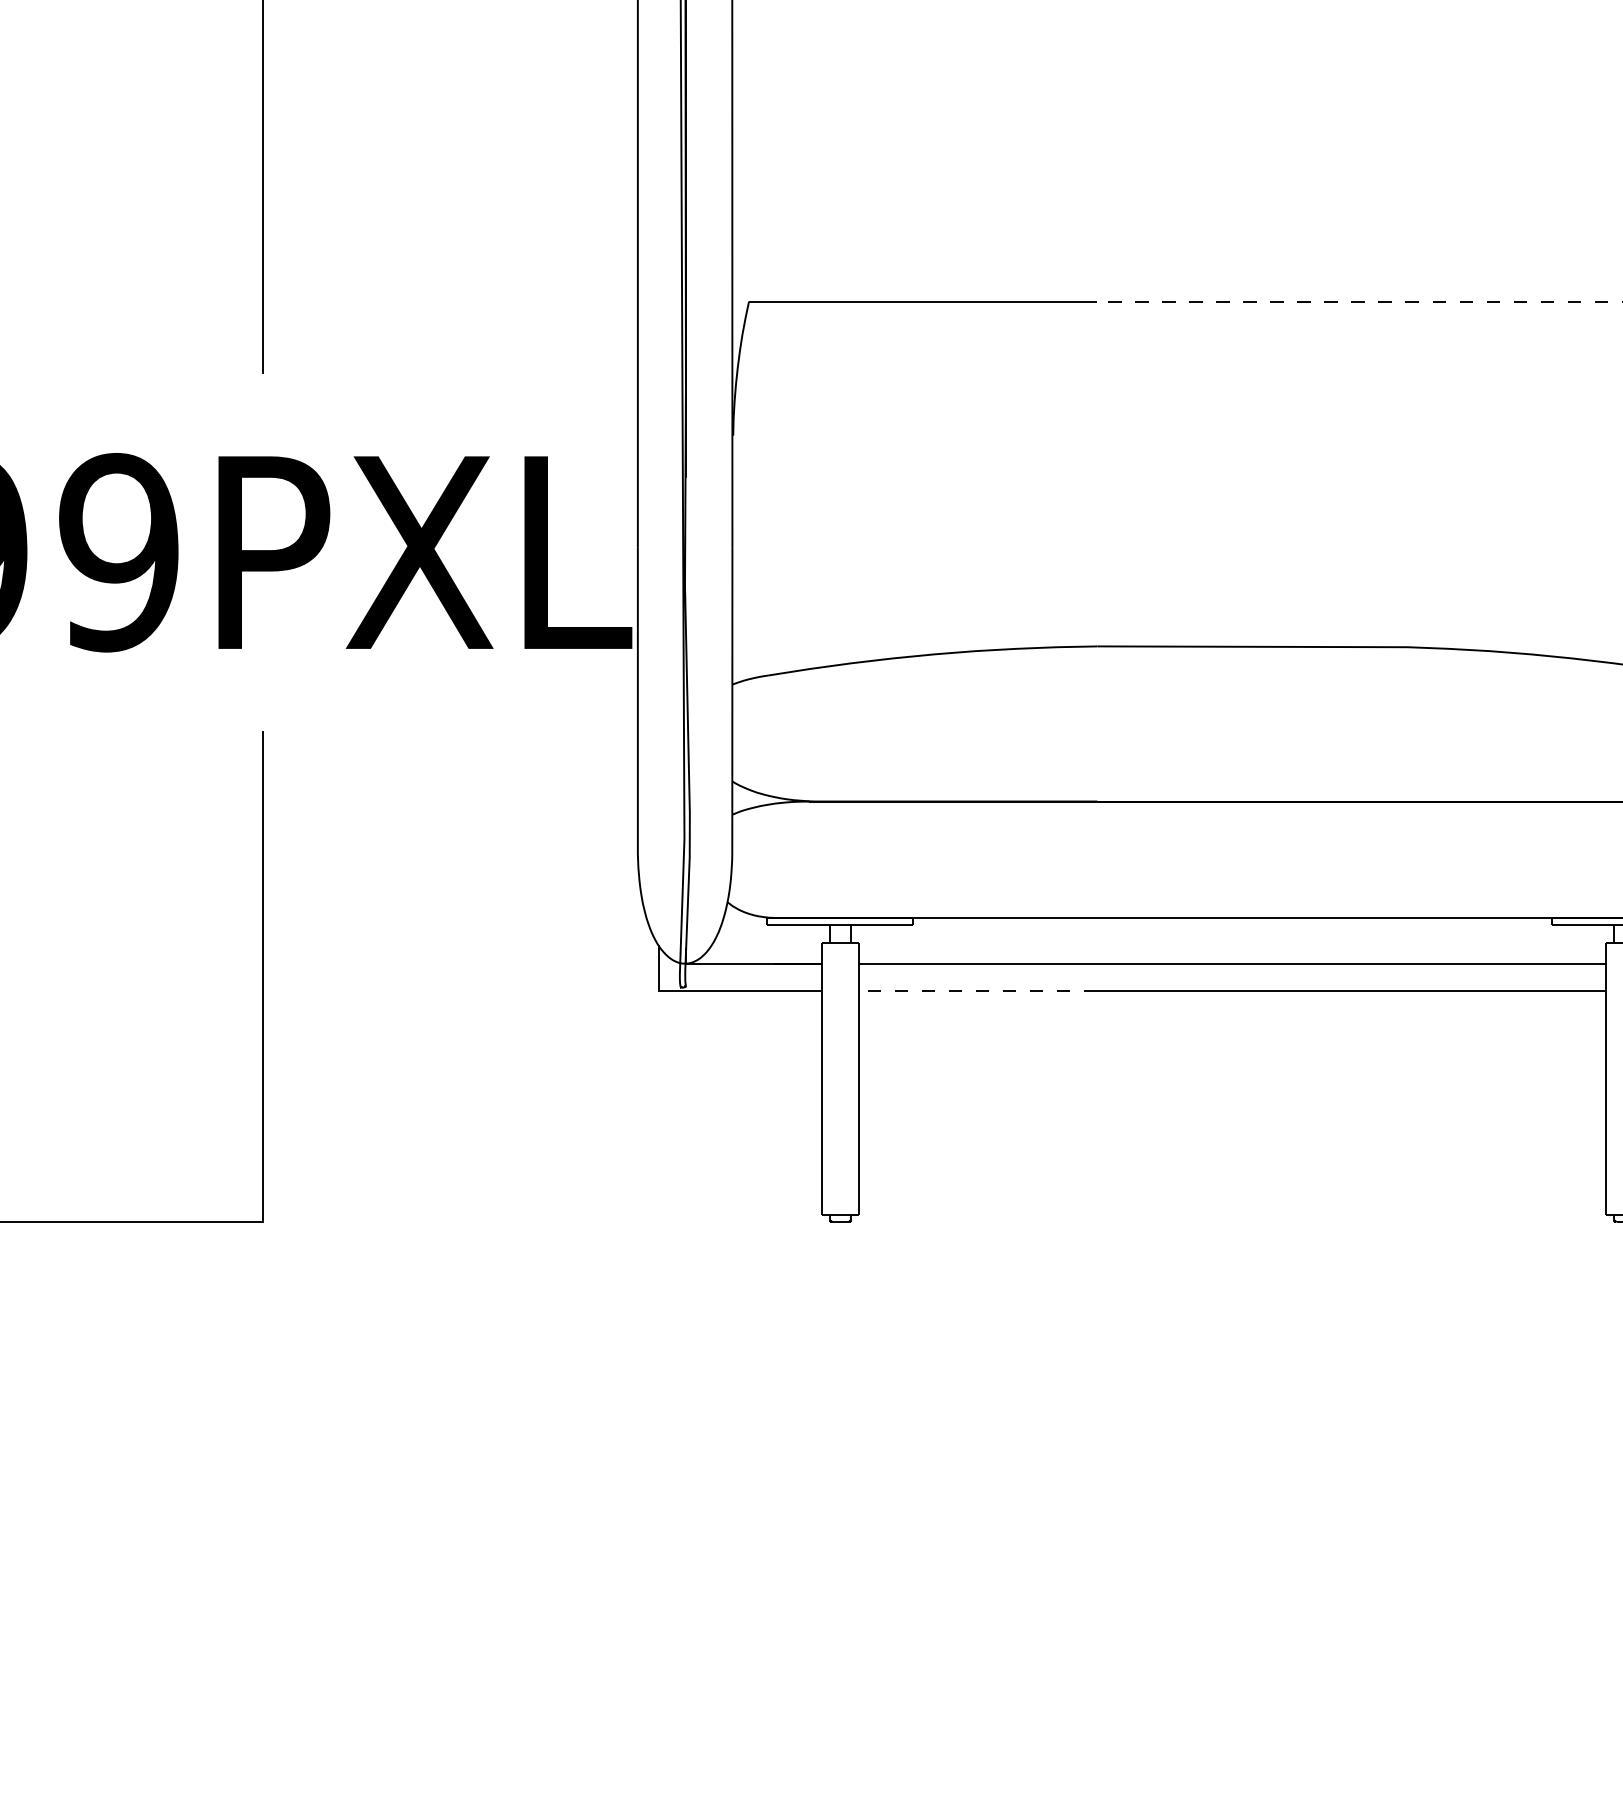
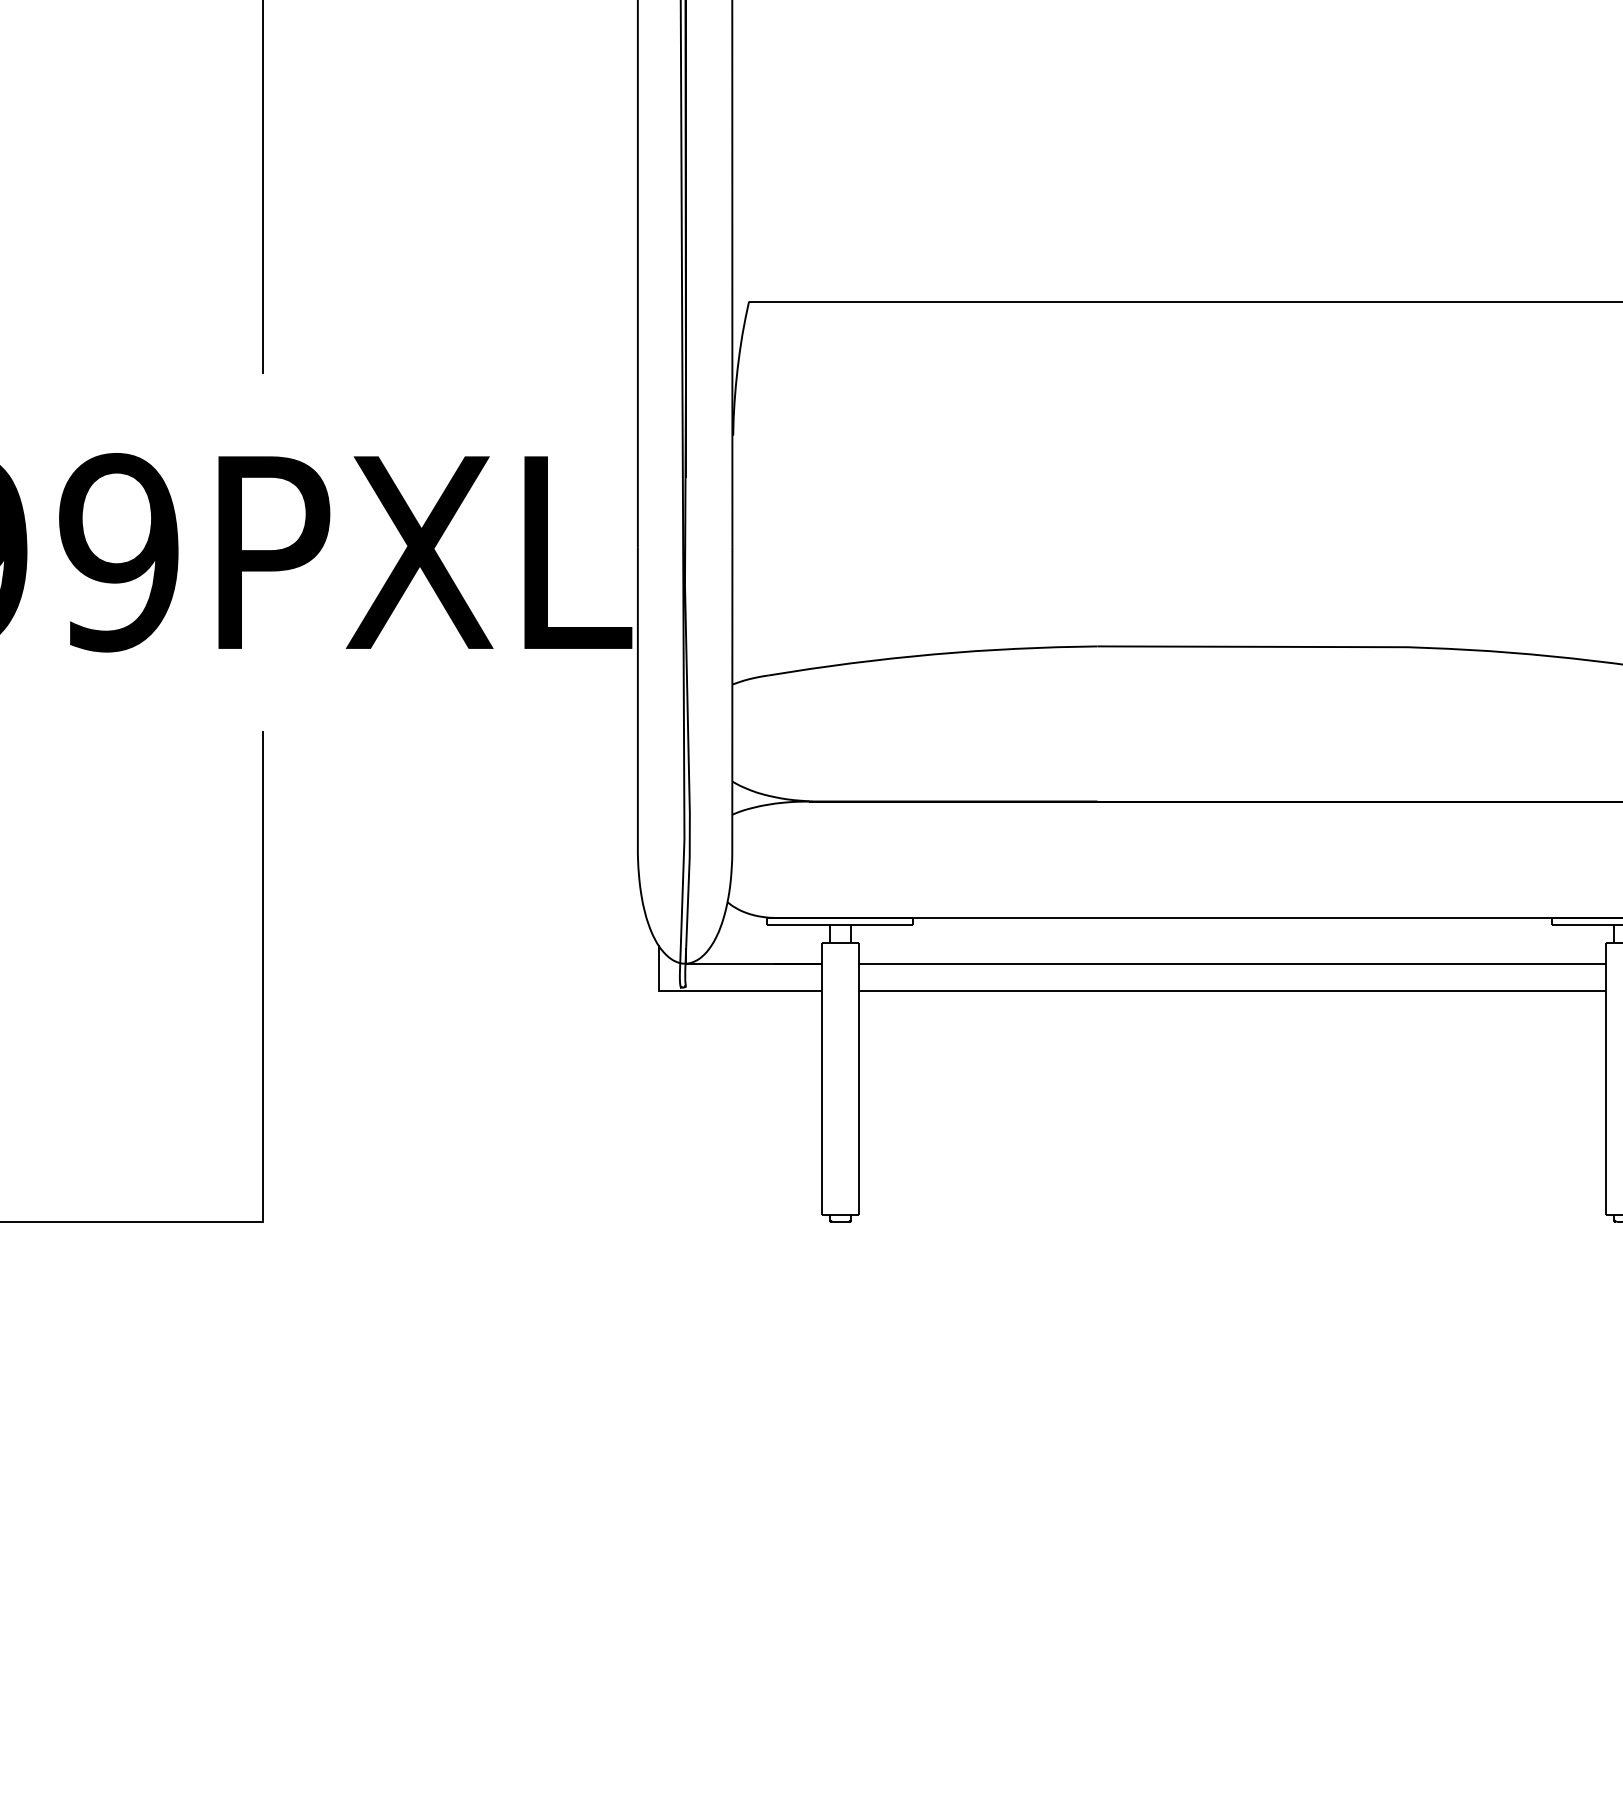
line at (1359, 301): dashed -> solid
line at (977, 990): dashed -> solid
